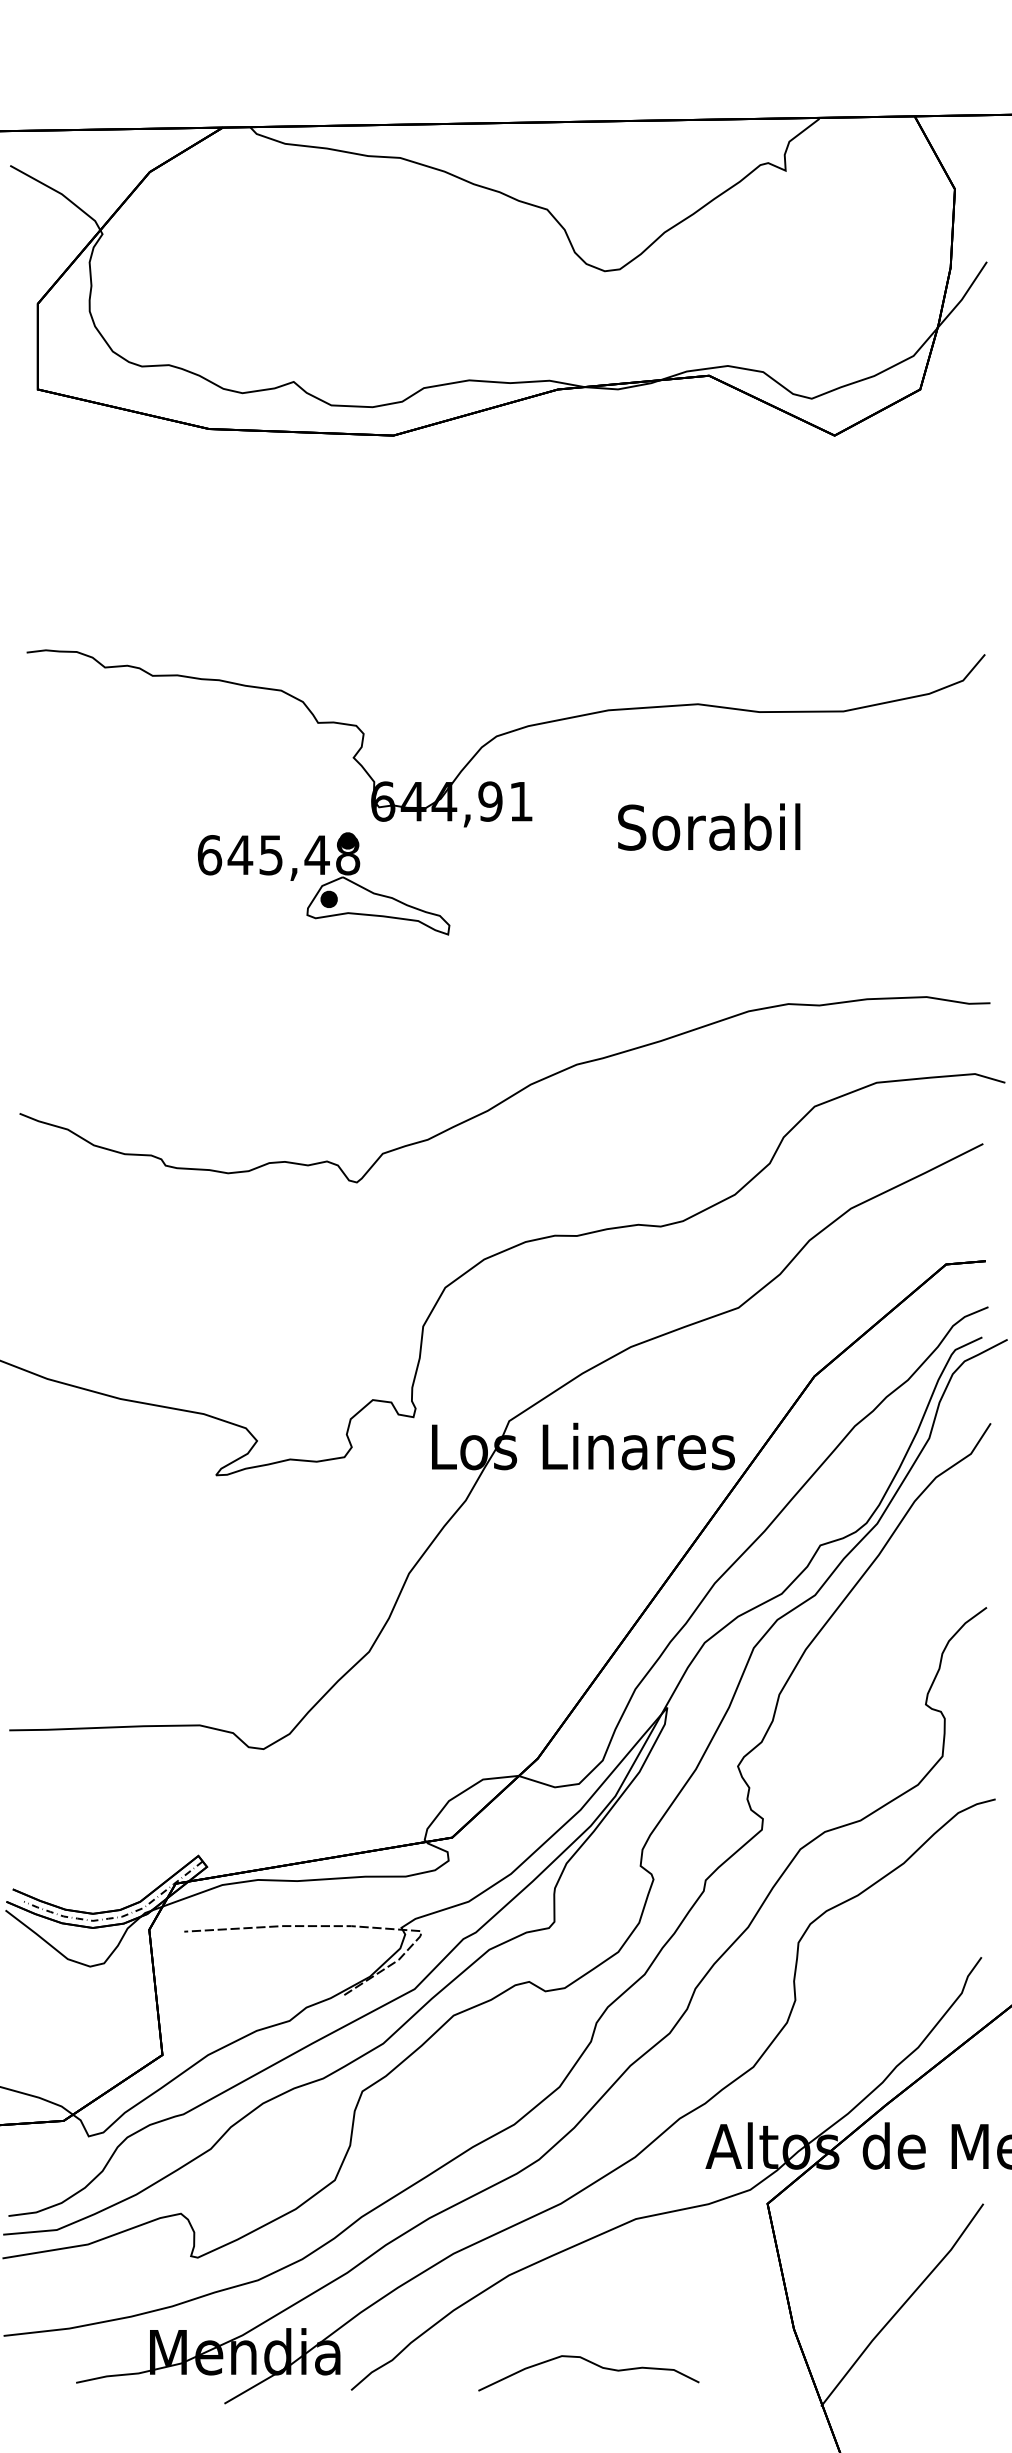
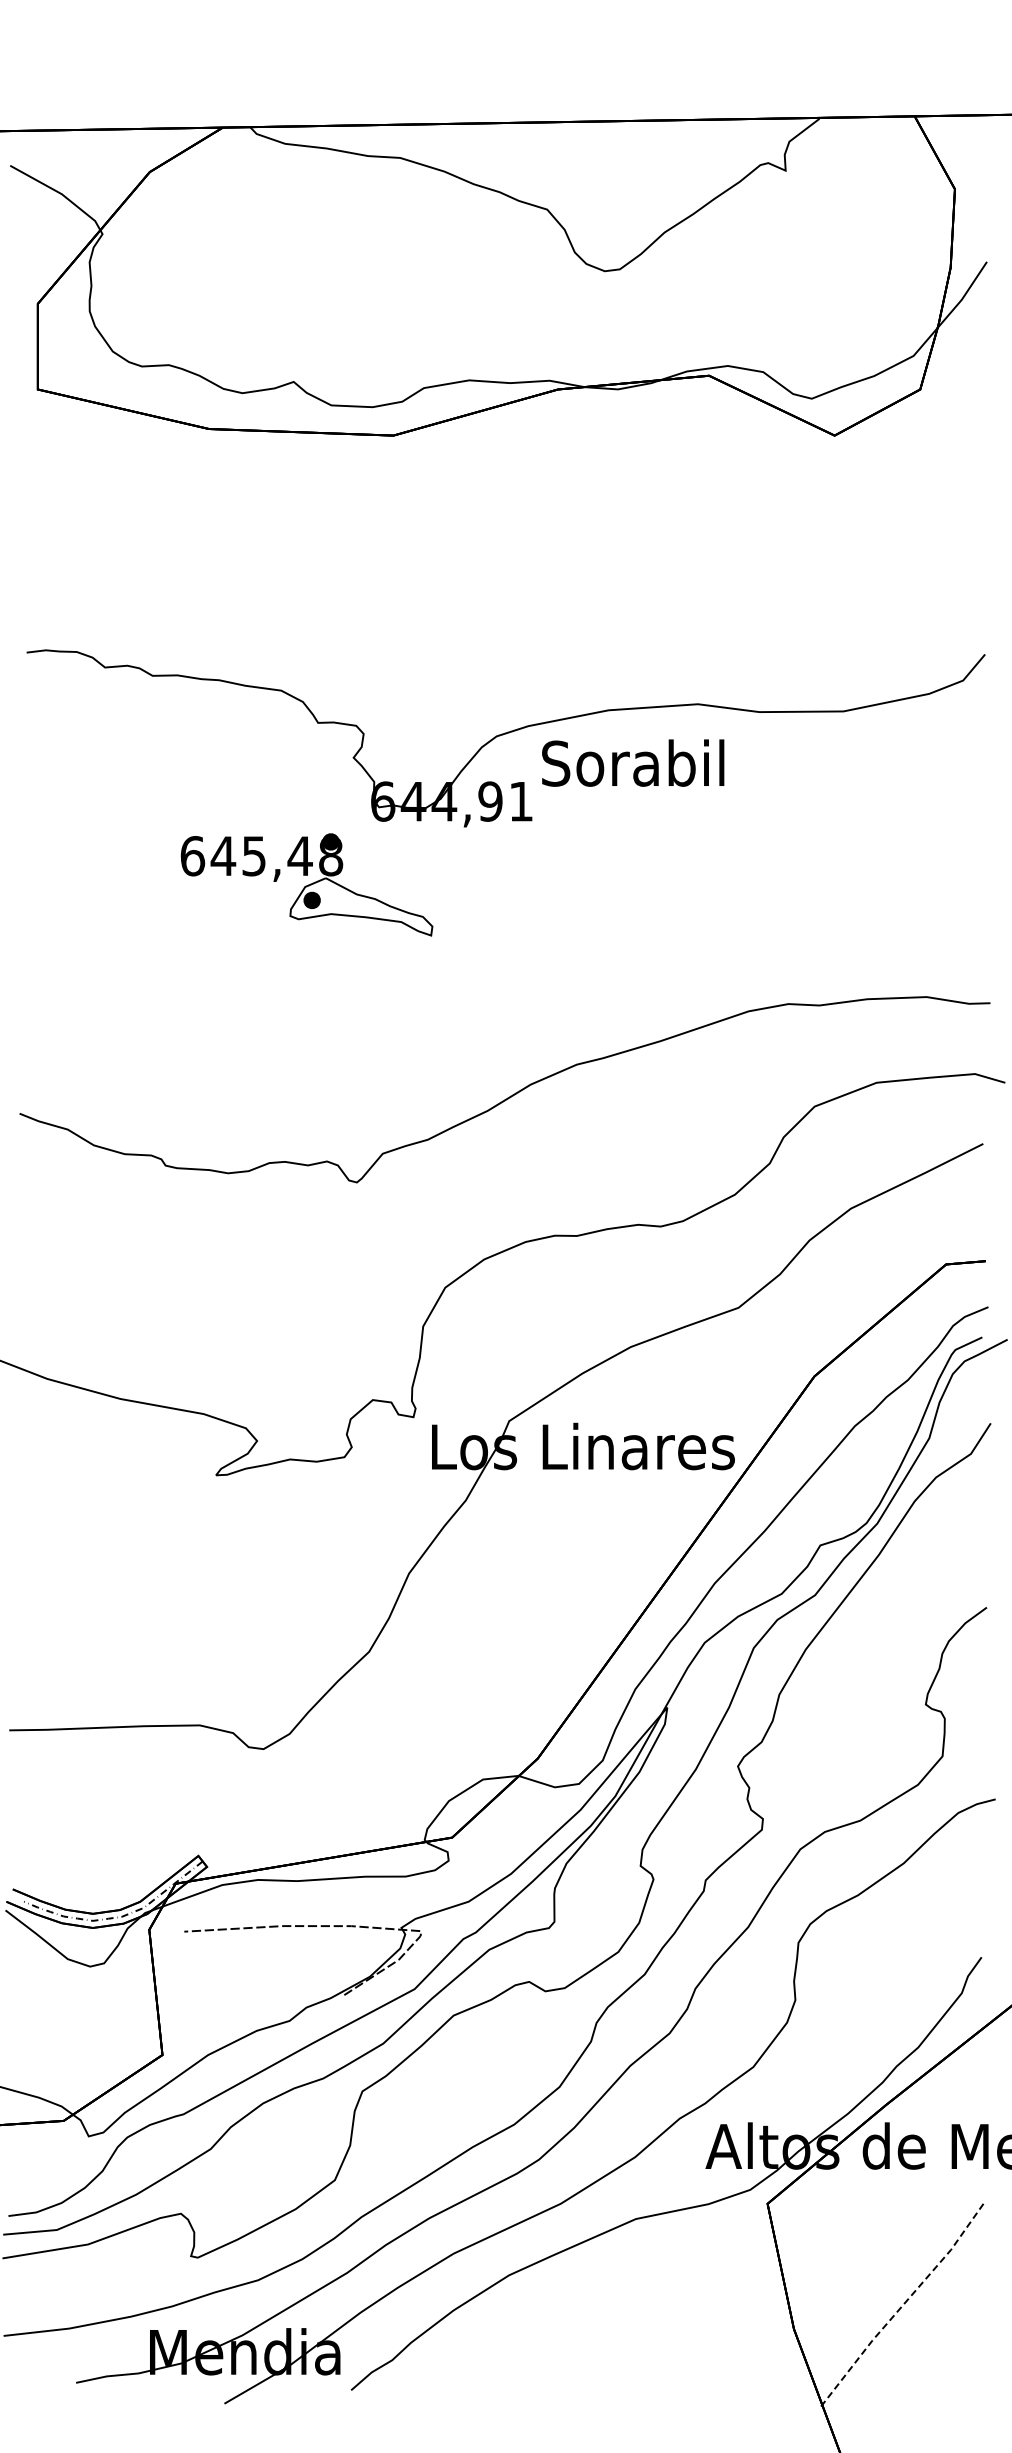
text at (709, 826) position: (709, 826) -> (633, 762)
part at (323, 883) position: (323, 883) -> (306, 884)
line at (903, 2305): solid -> dashed
curve at (593, 2364): present -> none
